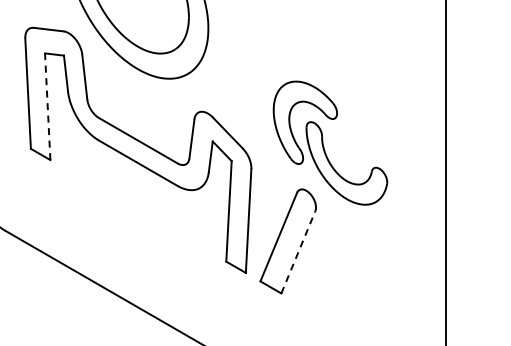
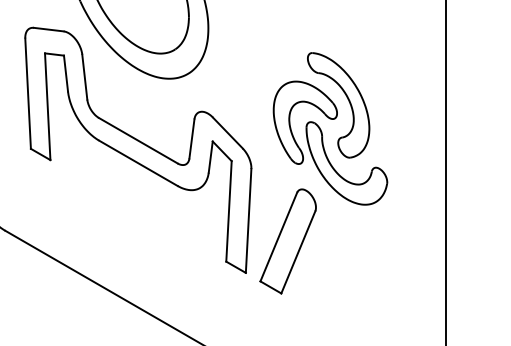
part at (348, 101): none -> present
line at (47, 106): dashed -> solid
line at (298, 251): dashed -> solid
